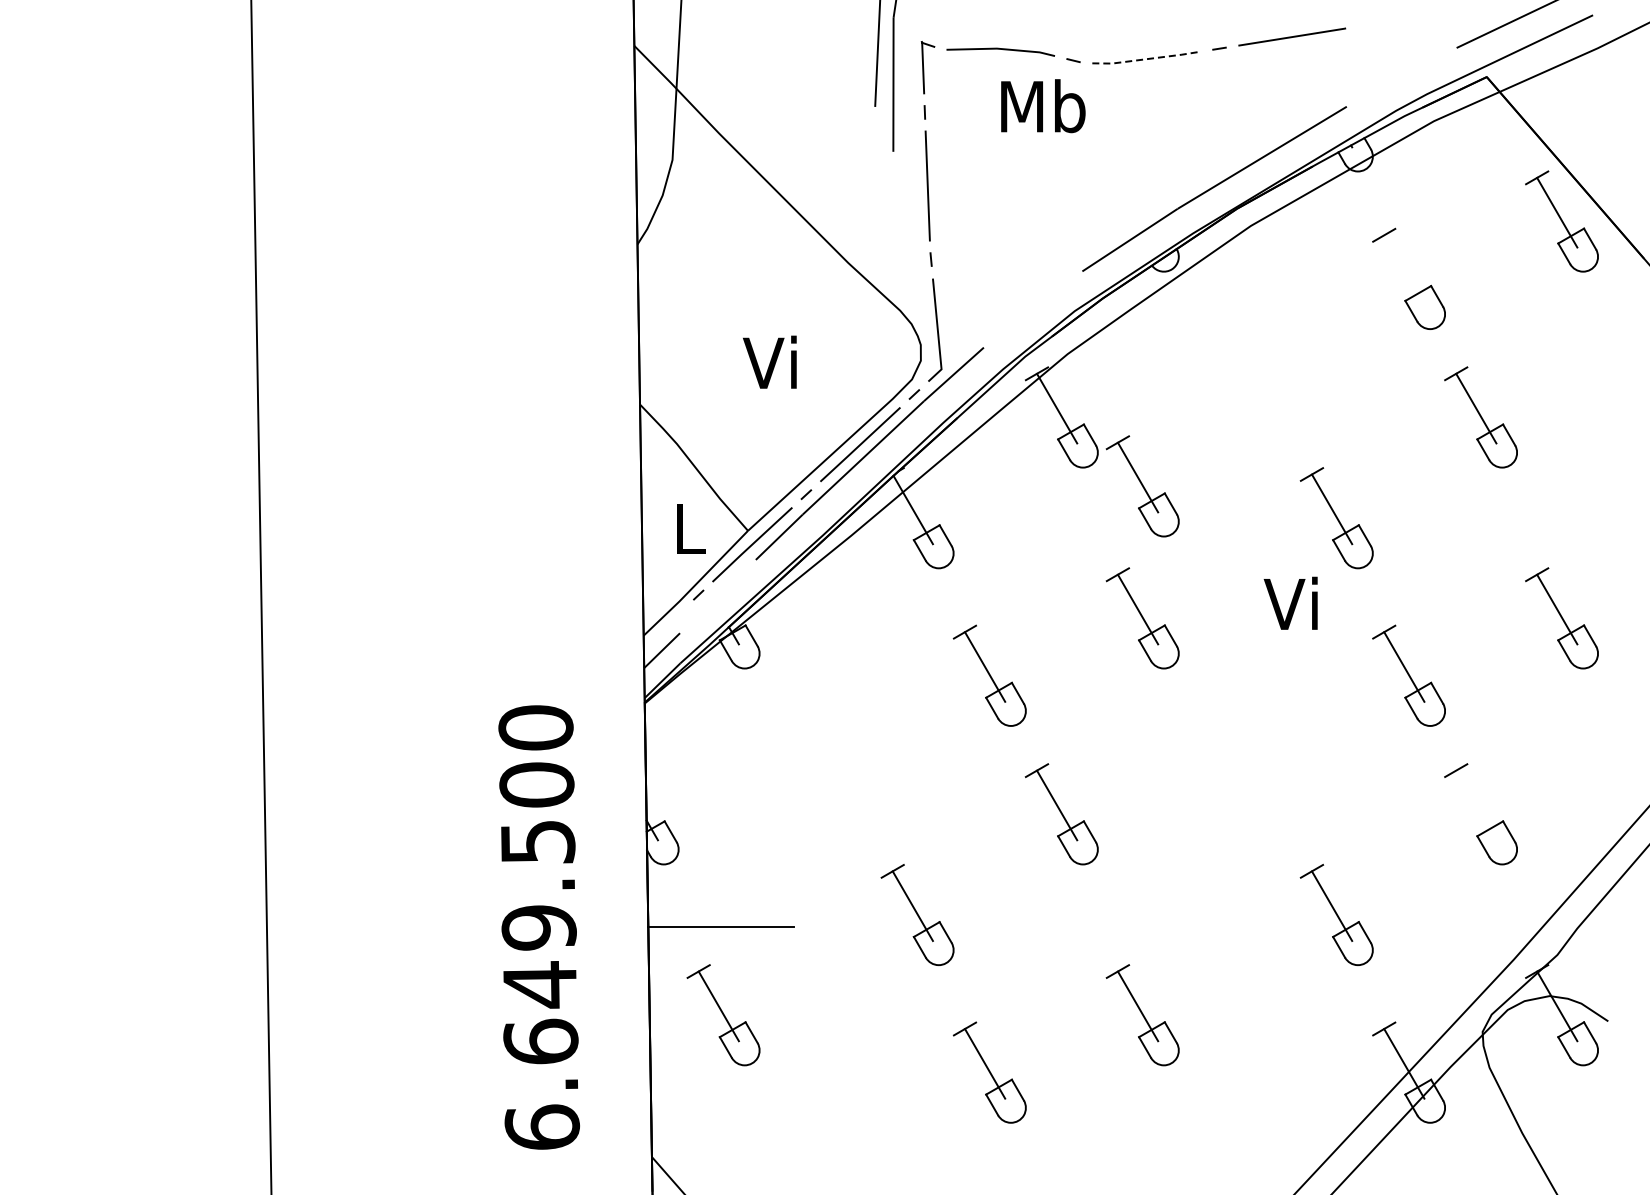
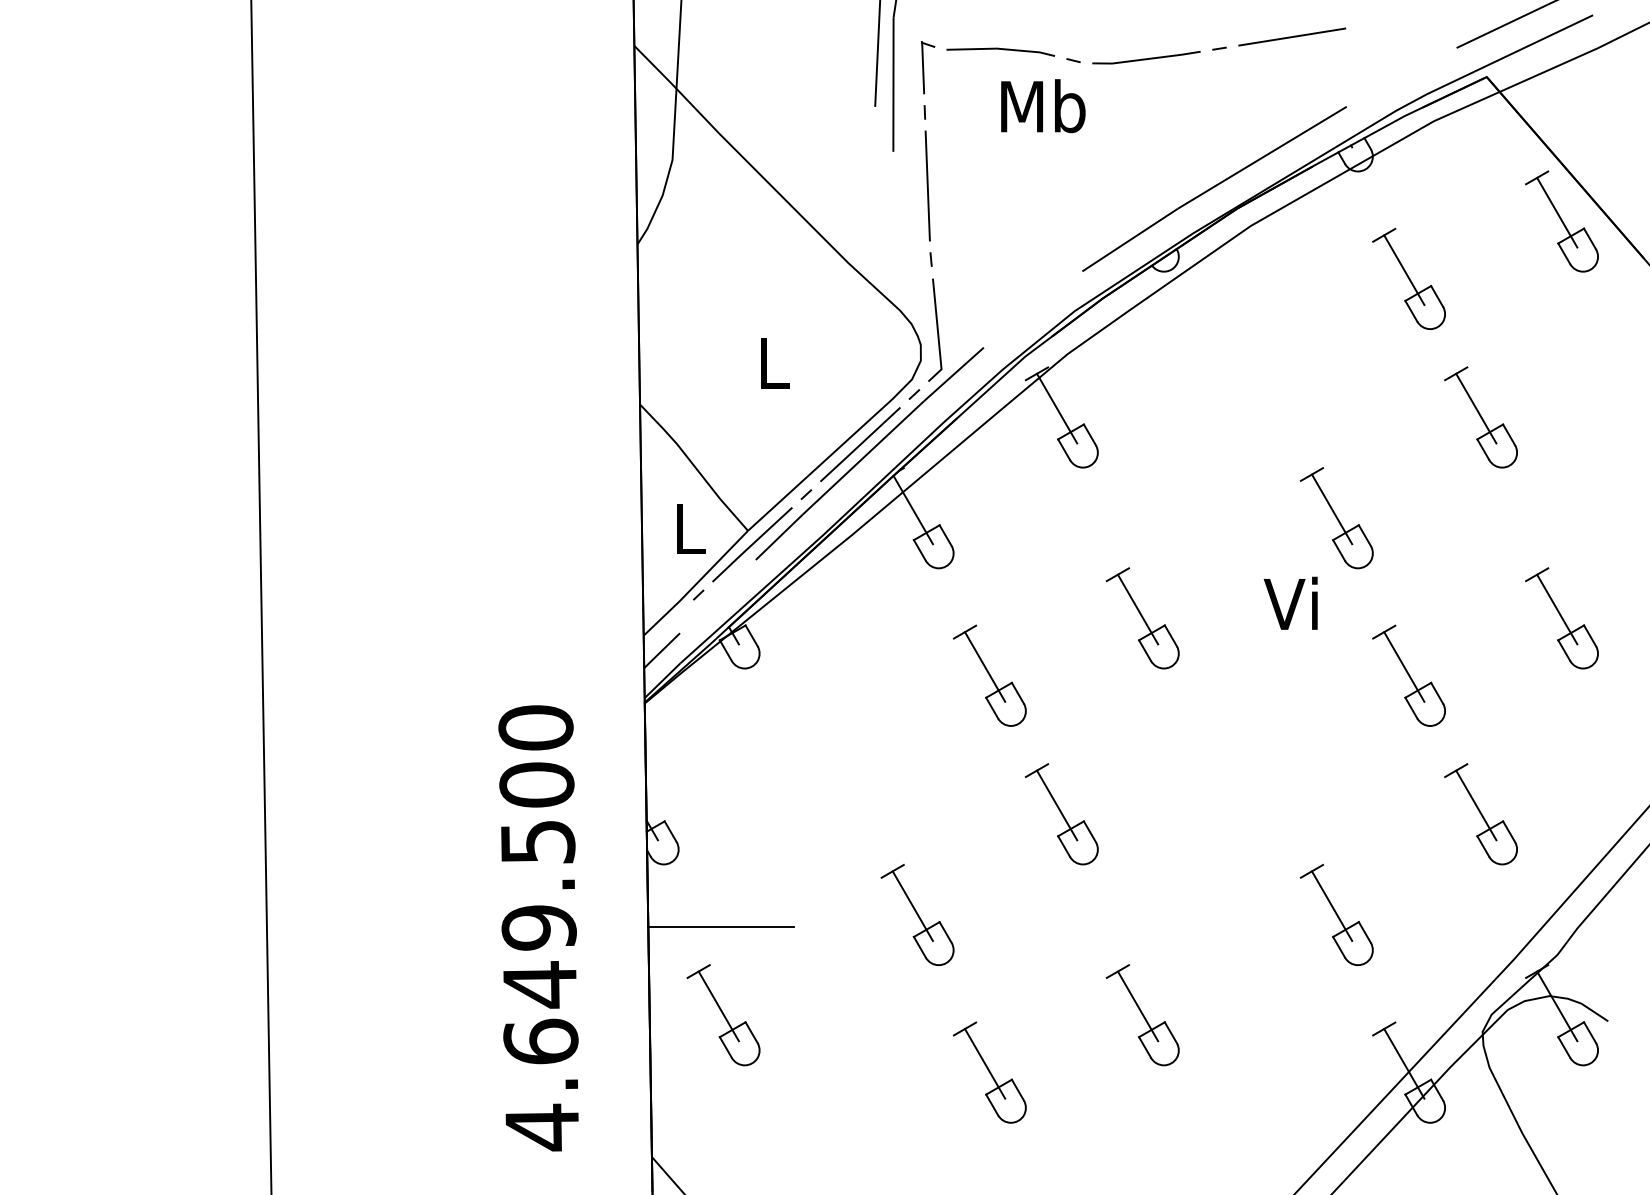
line at (1146, 59): dashed -> solid
line at (1404, 269): none -> present
text at (769, 361): Vi -> L
part at (1142, 486): present -> none
line at (1476, 805): none -> present
text at (542, 1127): 6.649.500 -> 4.649.500
